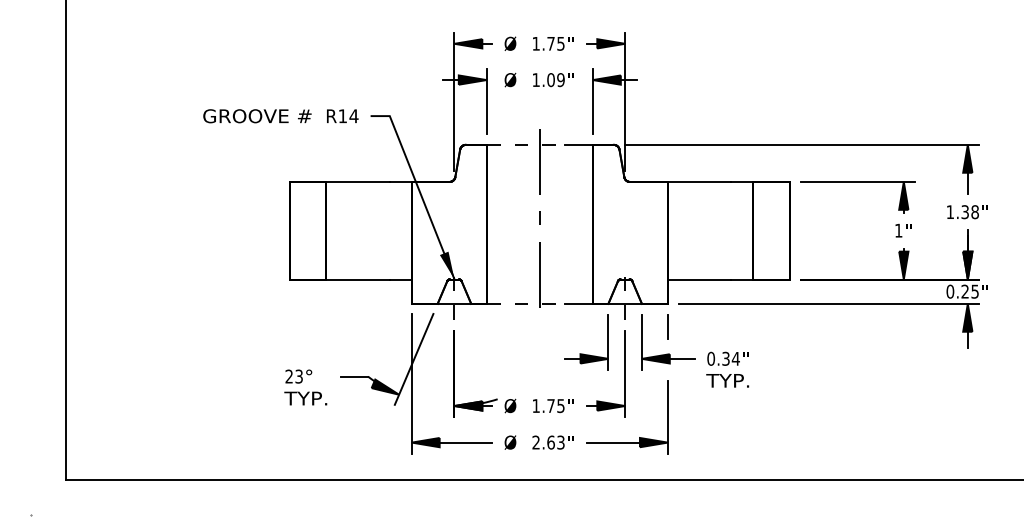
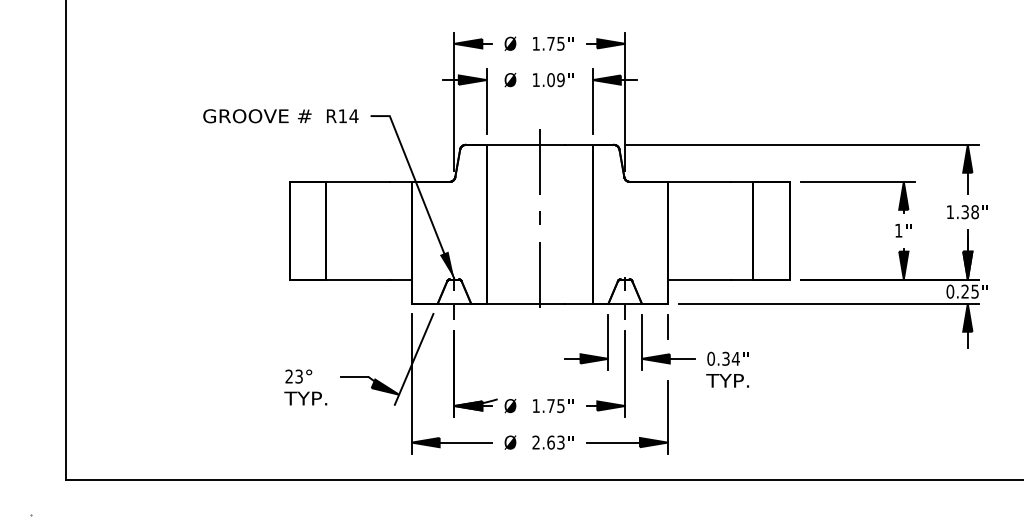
line at (526, 144): dashed -> solid
line at (526, 303): dashed -> solid
